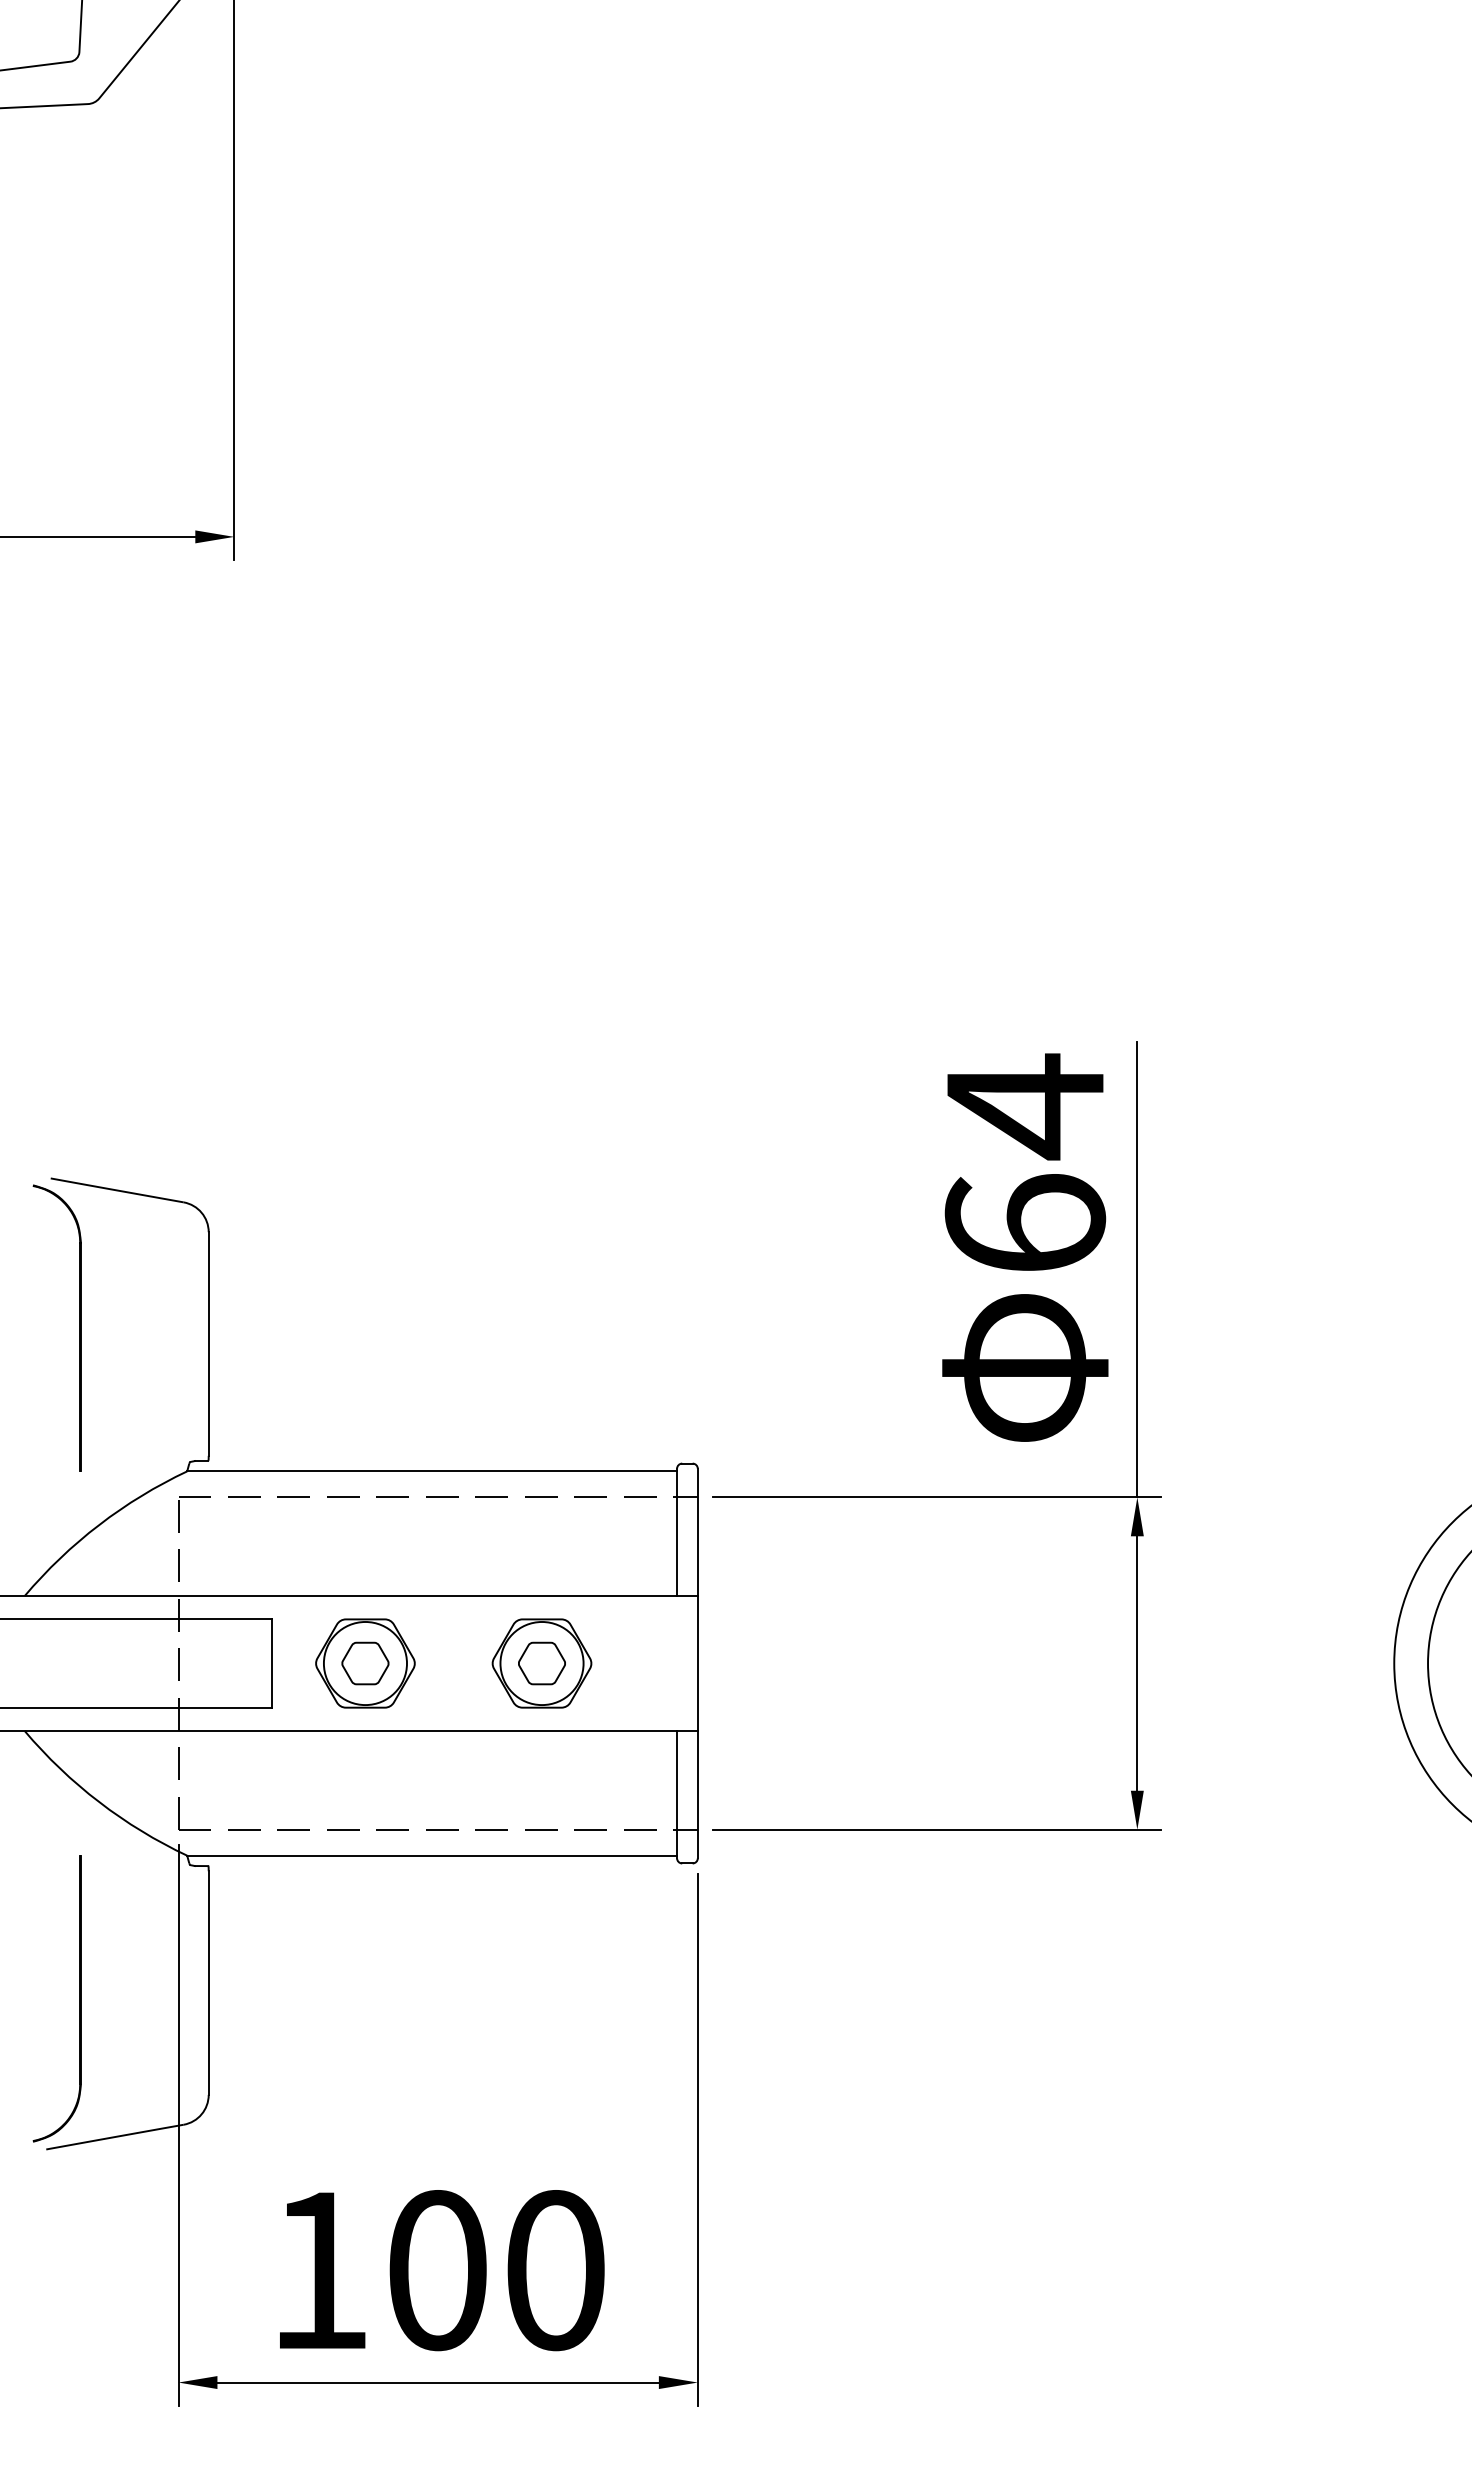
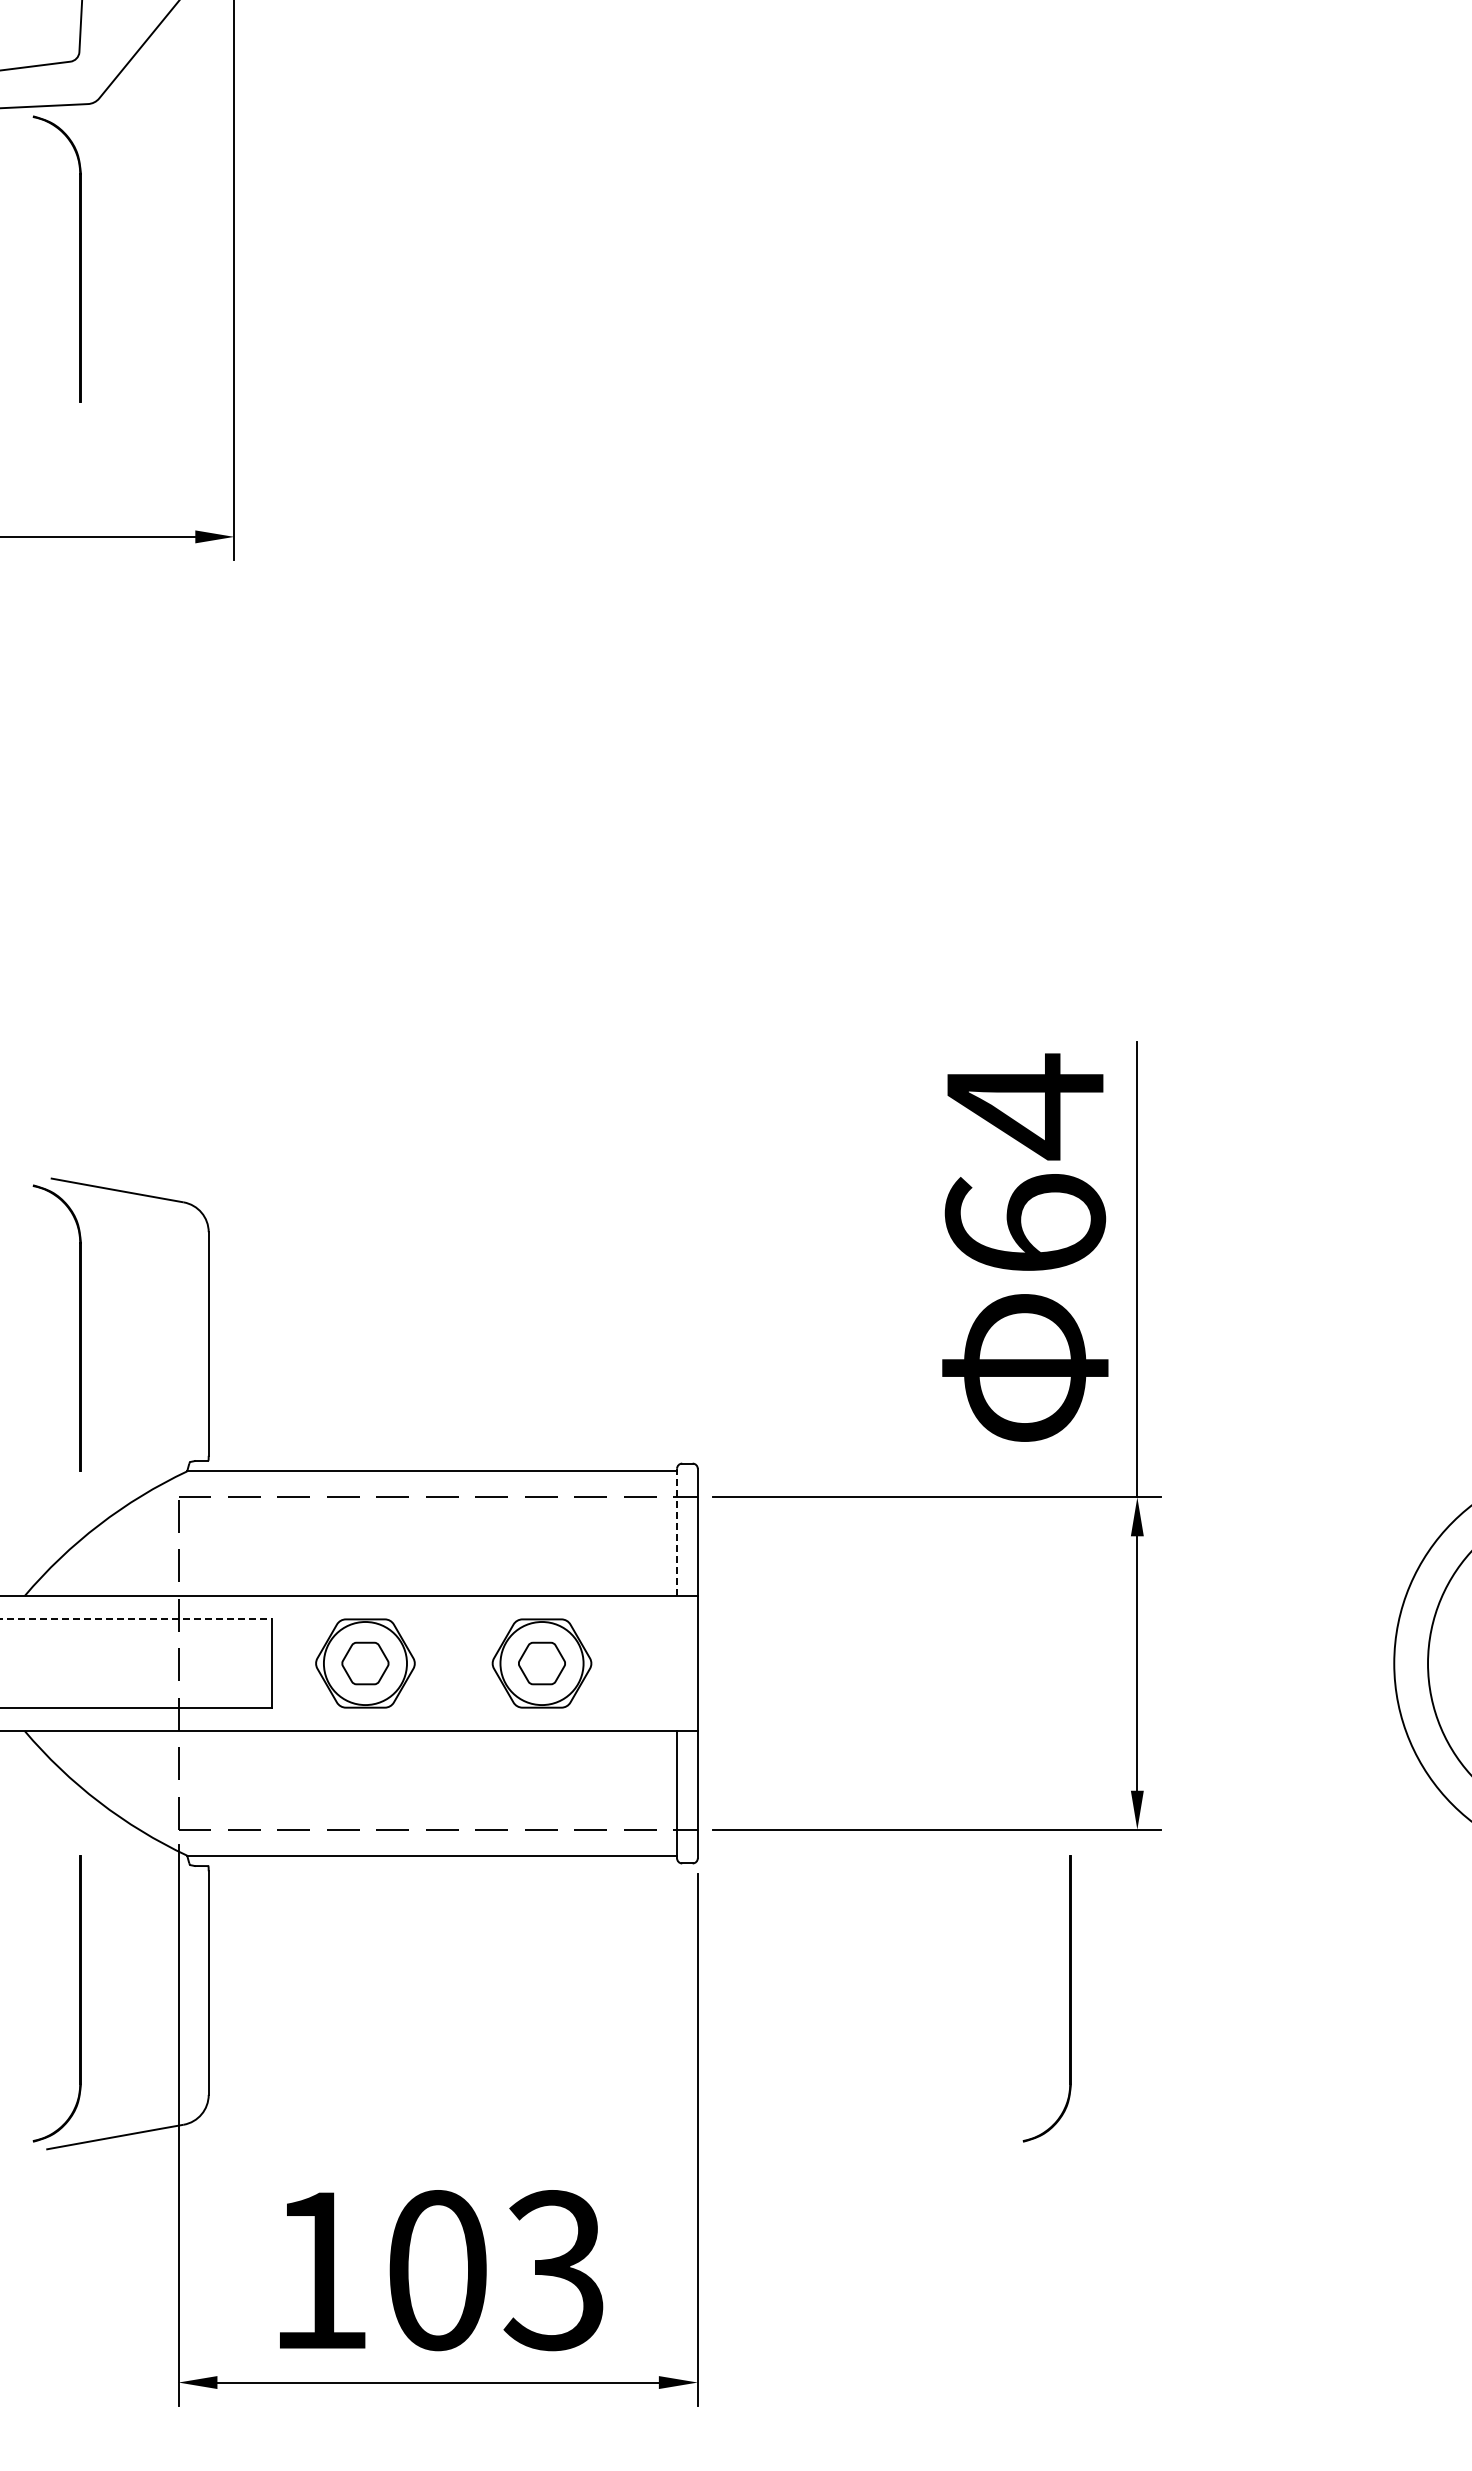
part at (79, 258): none -> present
line at (677, 1532): solid -> dashed
line at (136, 1619): solid -> dashed
part at (1069, 1998): none -> present
text at (553, 2270): 100 -> 103
